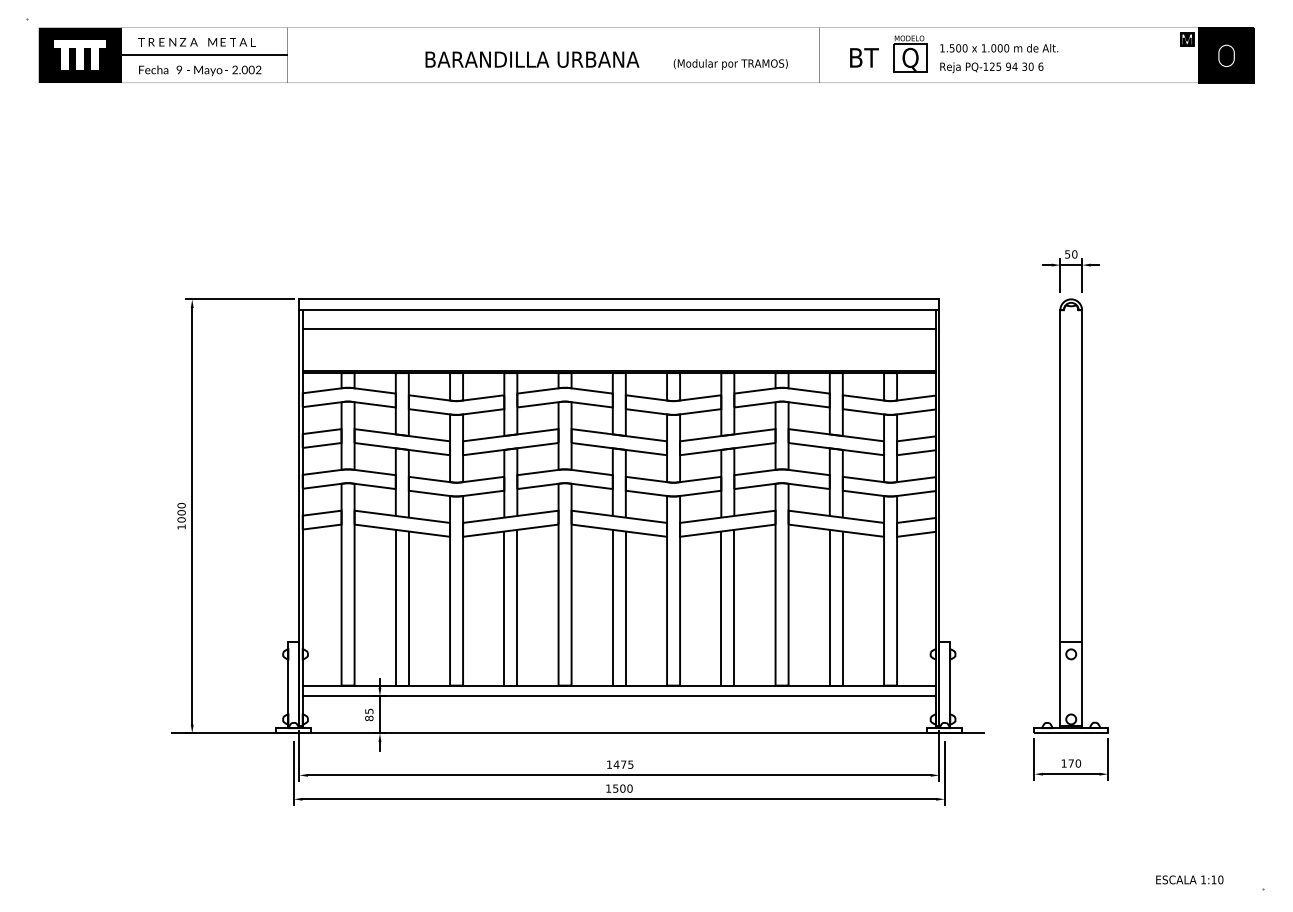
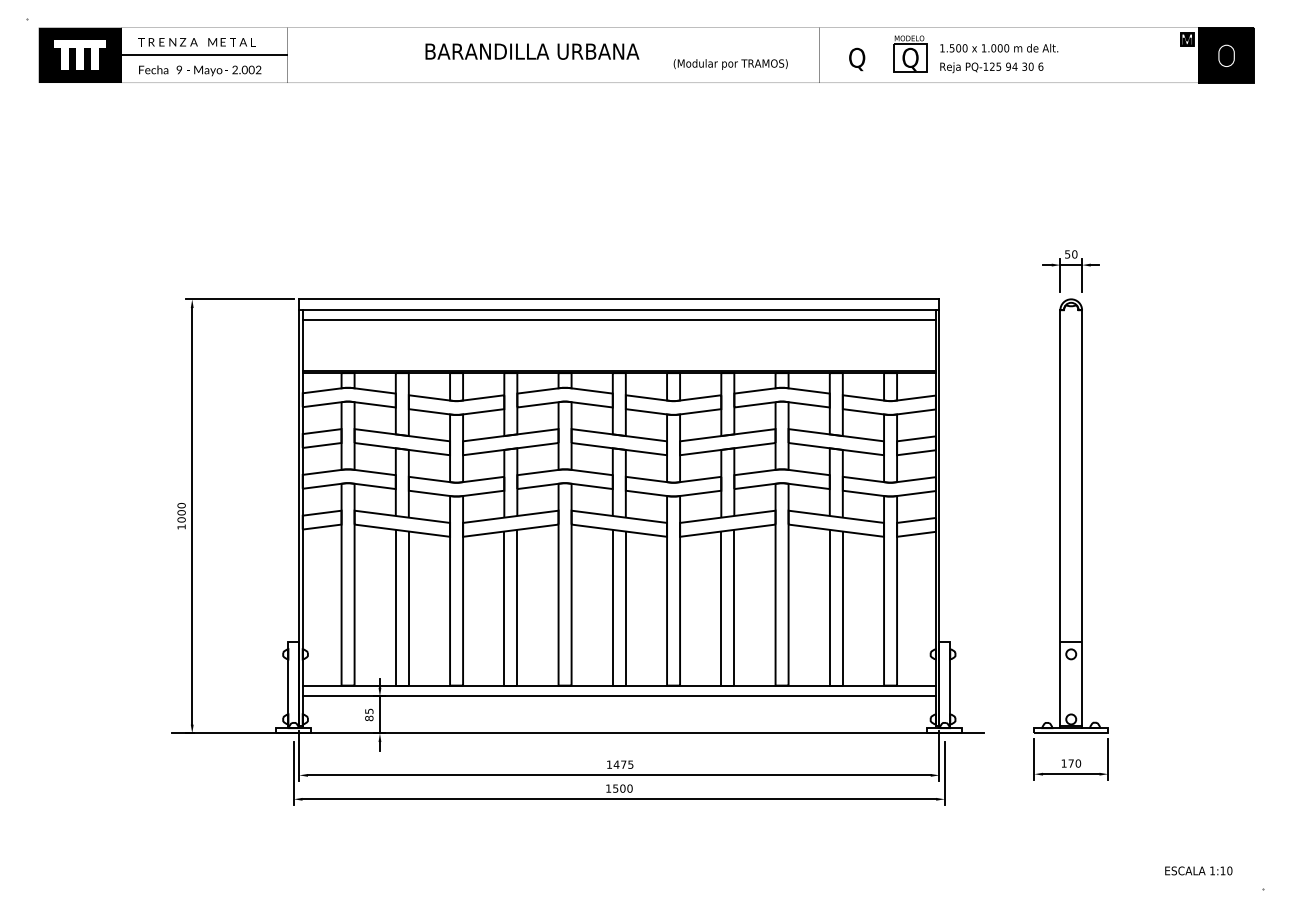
text at (532, 59) position: (532, 59) -> (532, 51)
text at (863, 59): BT -> Q
line at (618, 328) position: (618, 328) -> (618, 319)
text at (1189, 879) position: (1189, 879) -> (1198, 870)
